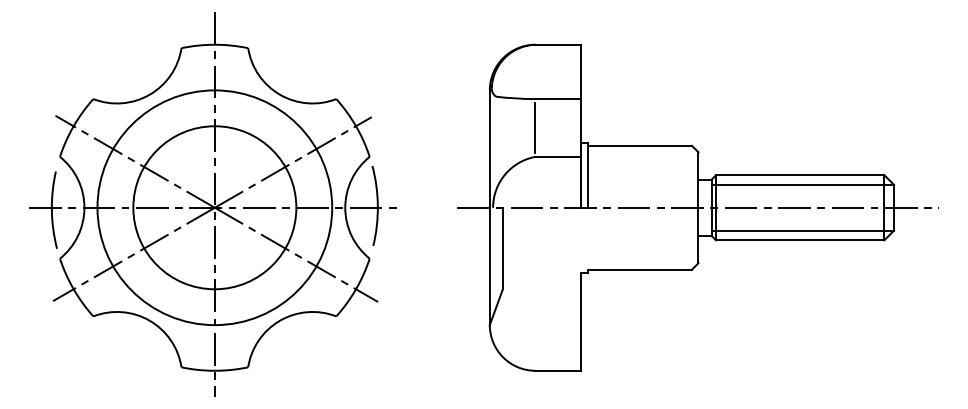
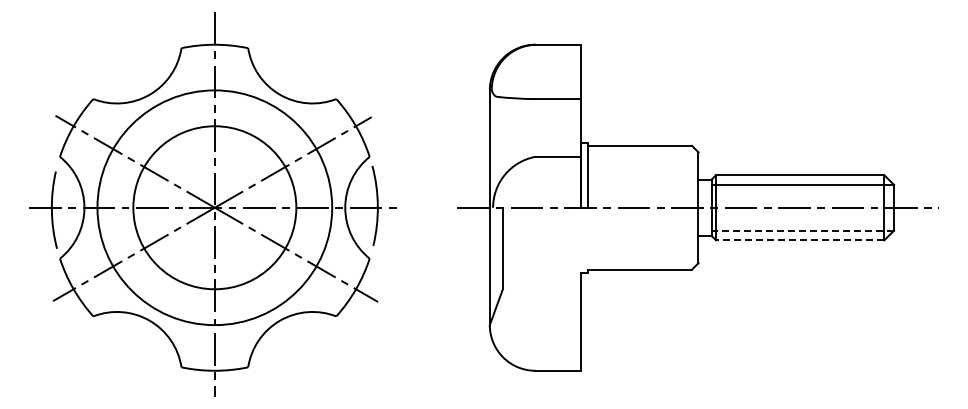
line at (535, 127): present -> none
line at (802, 230): solid -> dashed
line at (799, 240): solid -> dashed
